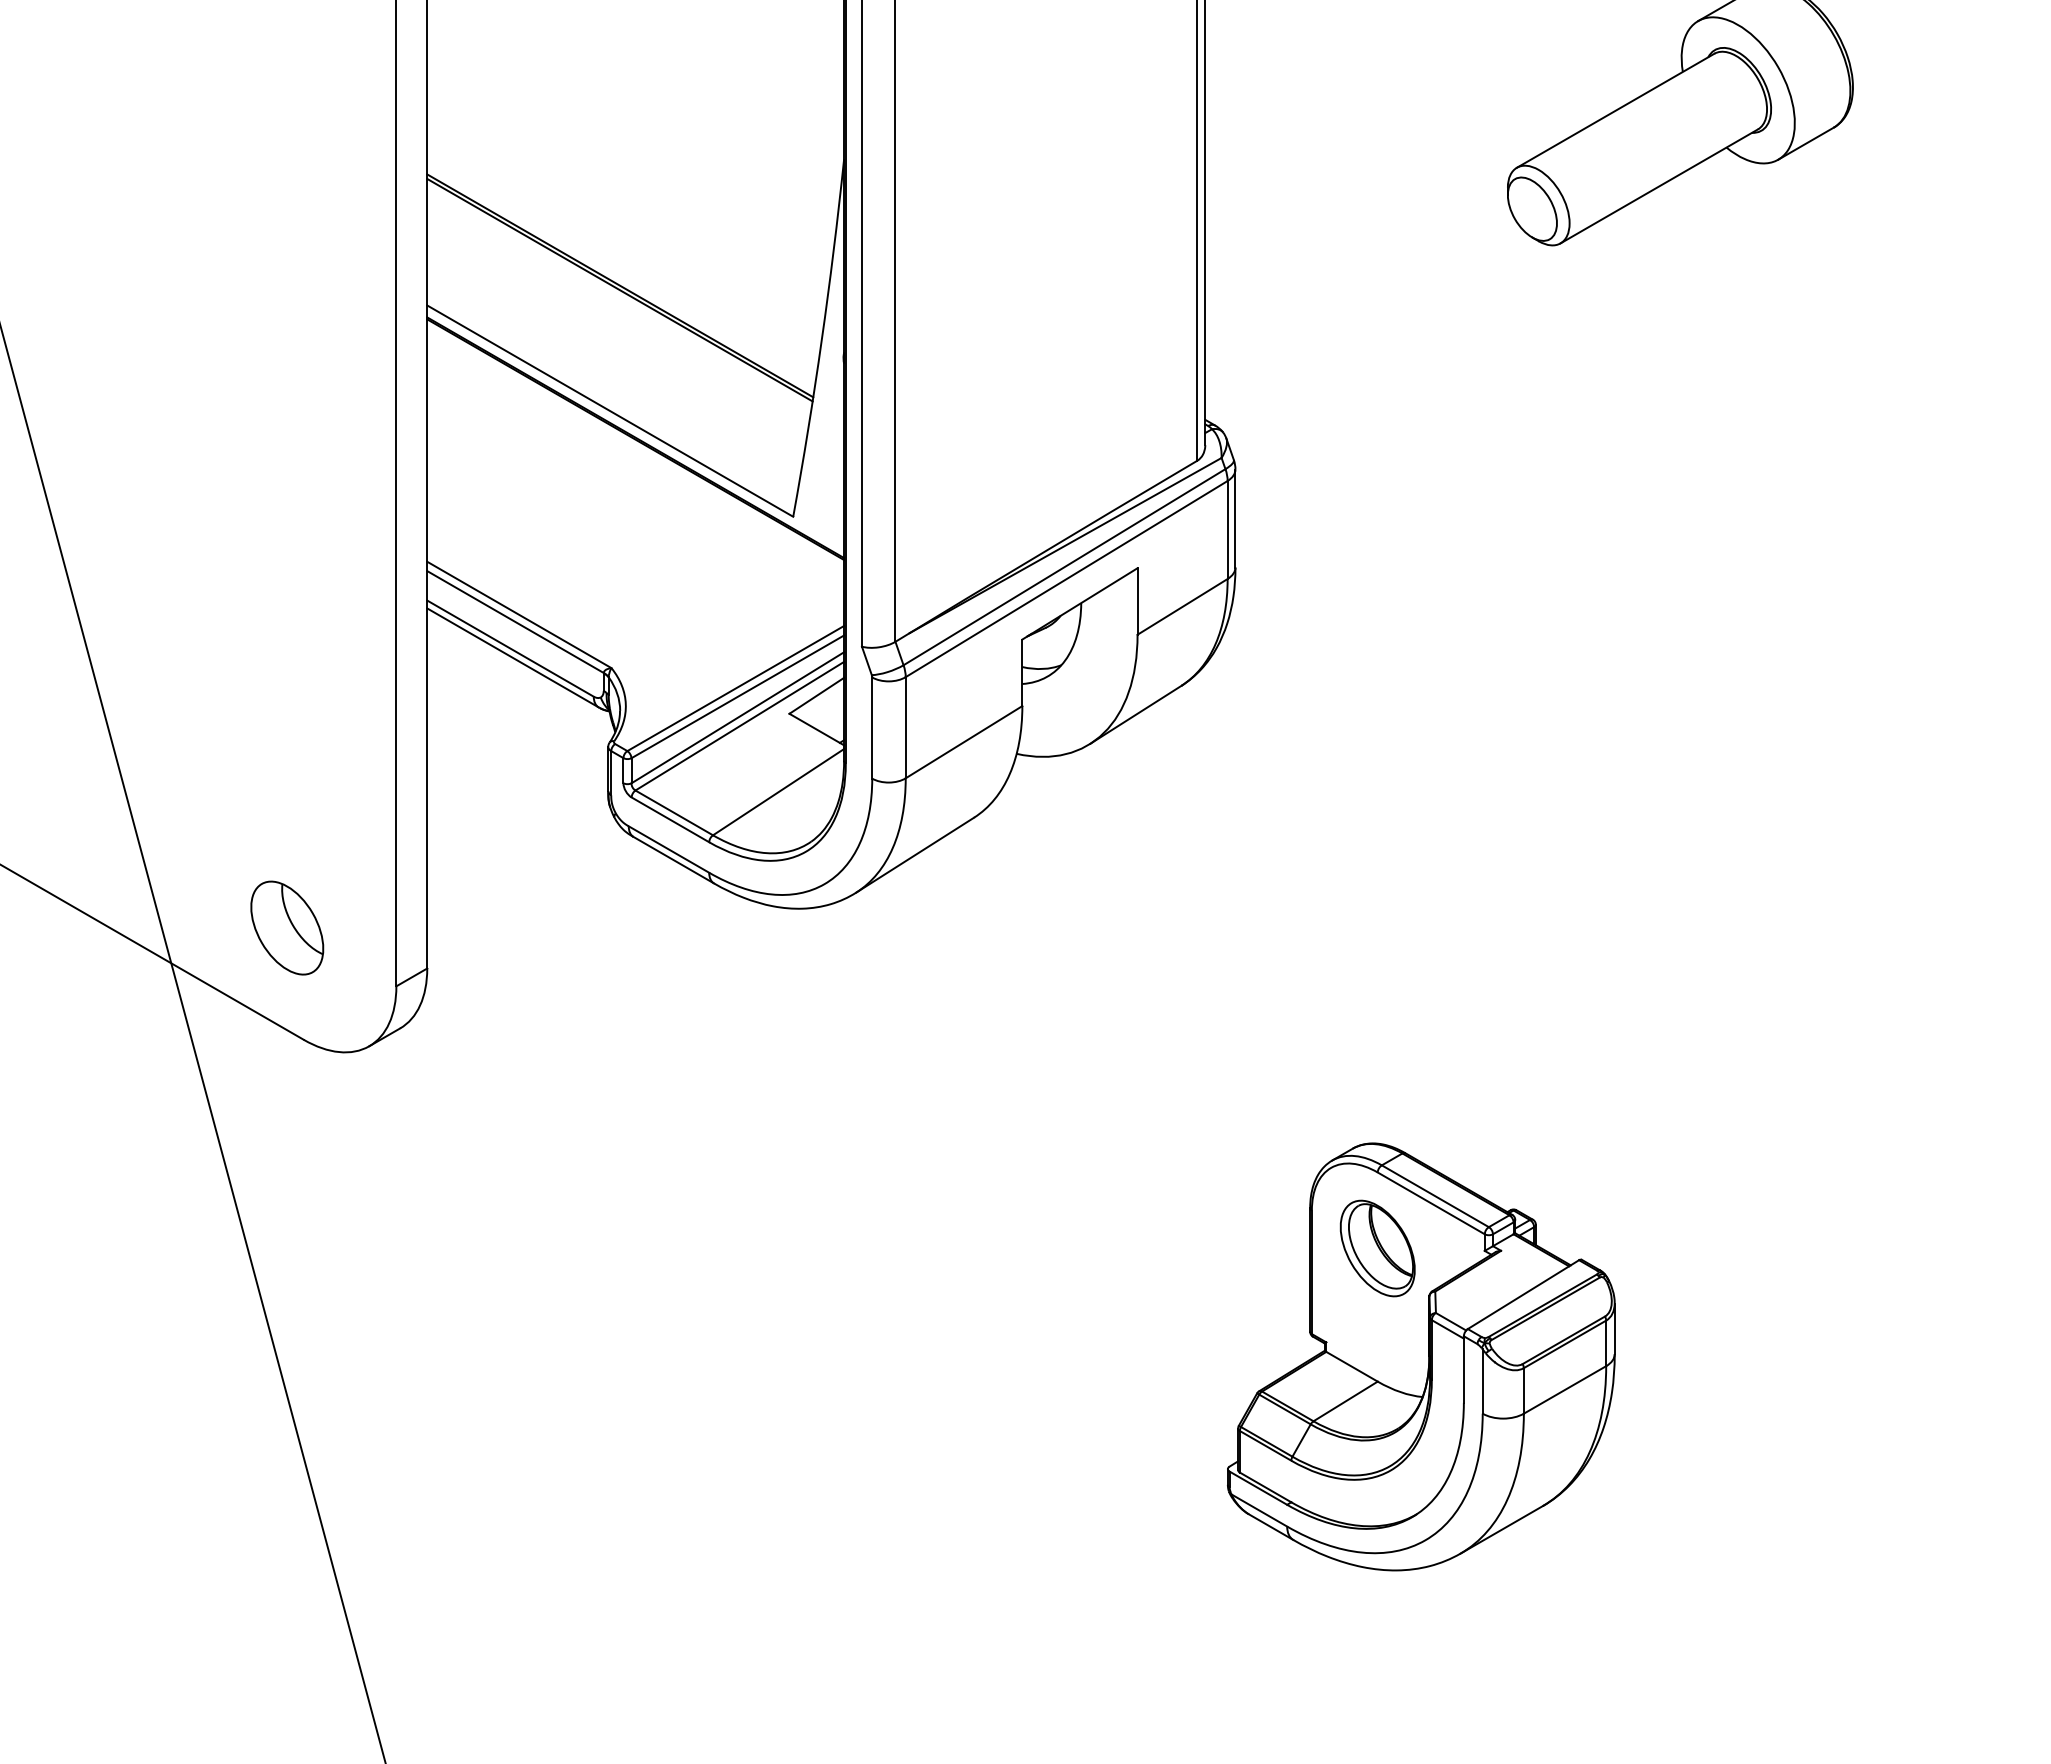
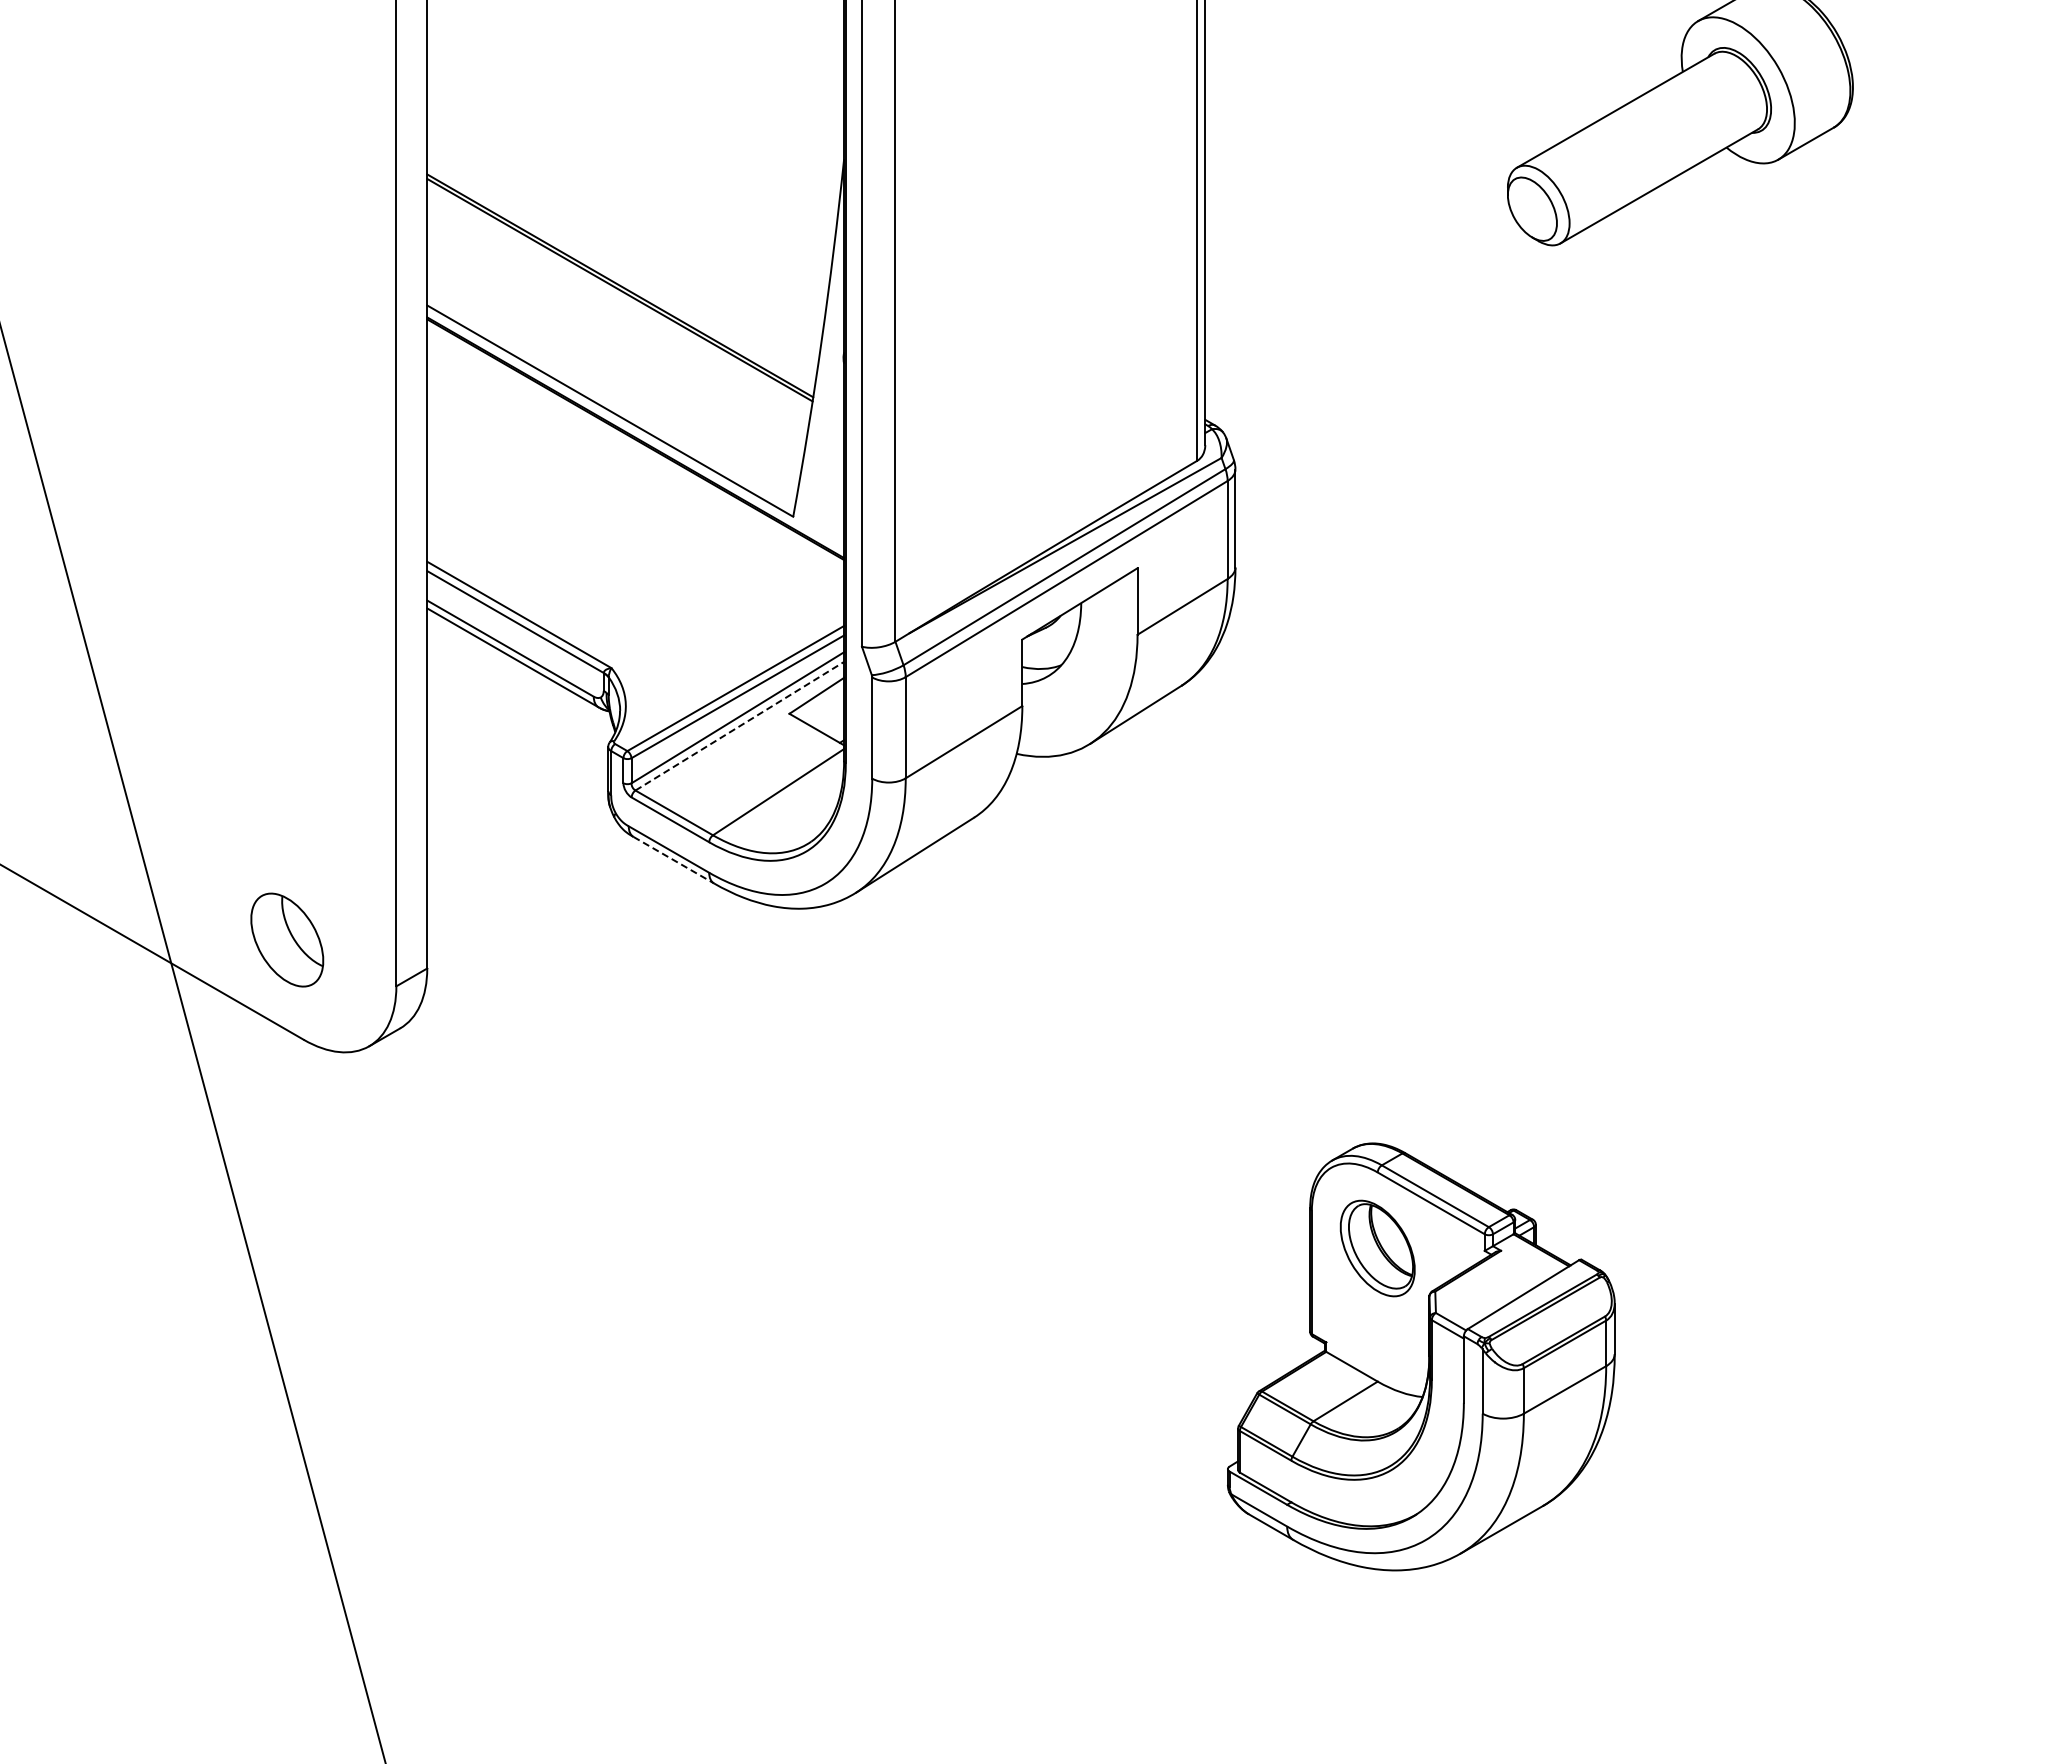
line at (739, 726): solid -> dashed
line at (674, 860): solid -> dashed
part at (287, 927) position: (287, 927) -> (287, 939)
